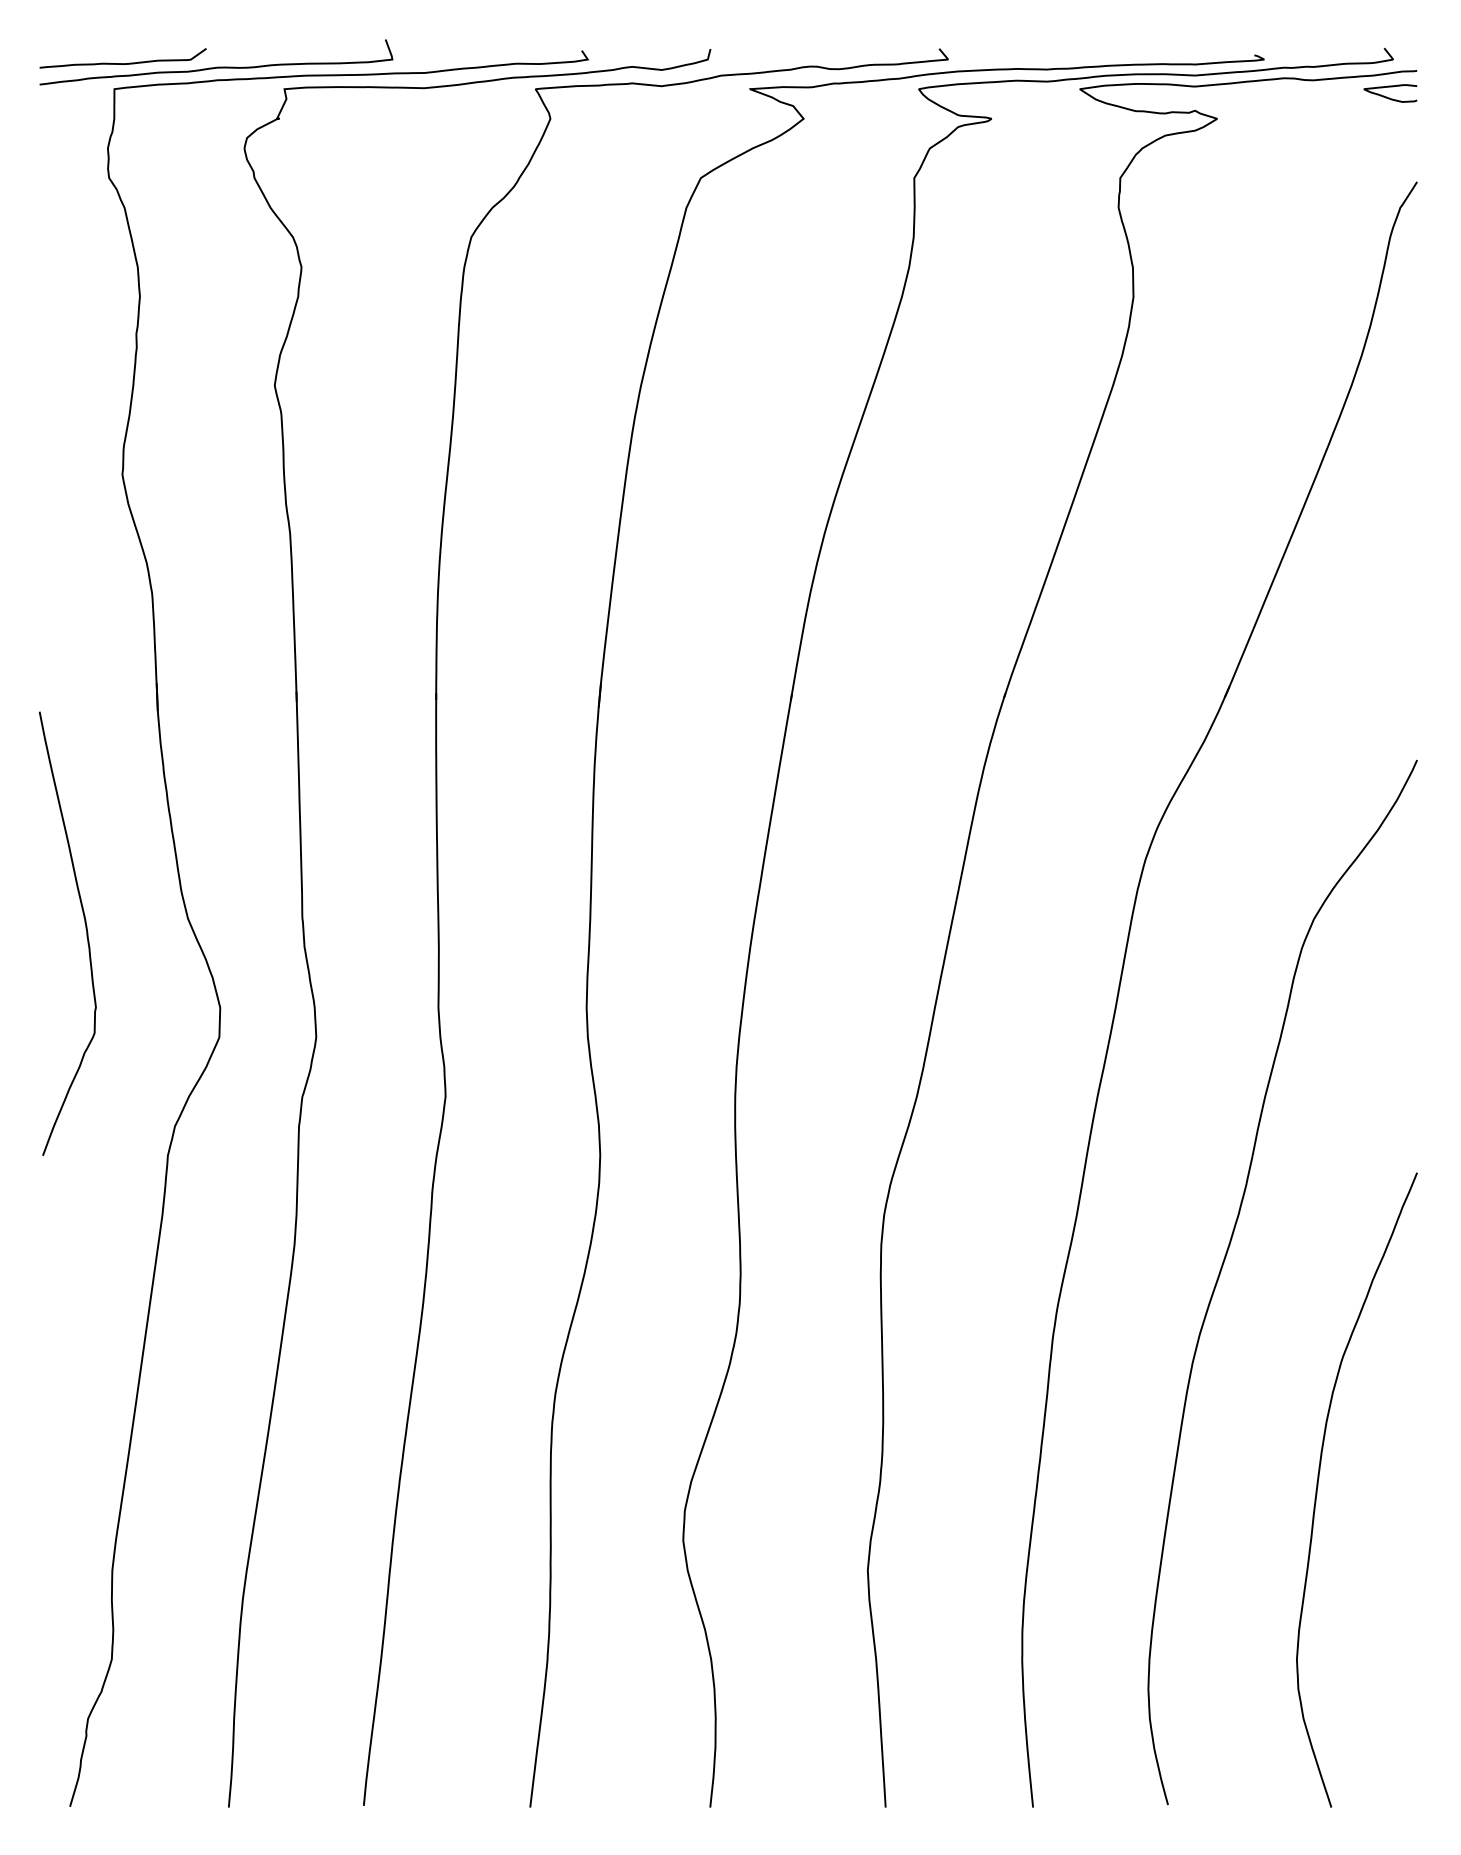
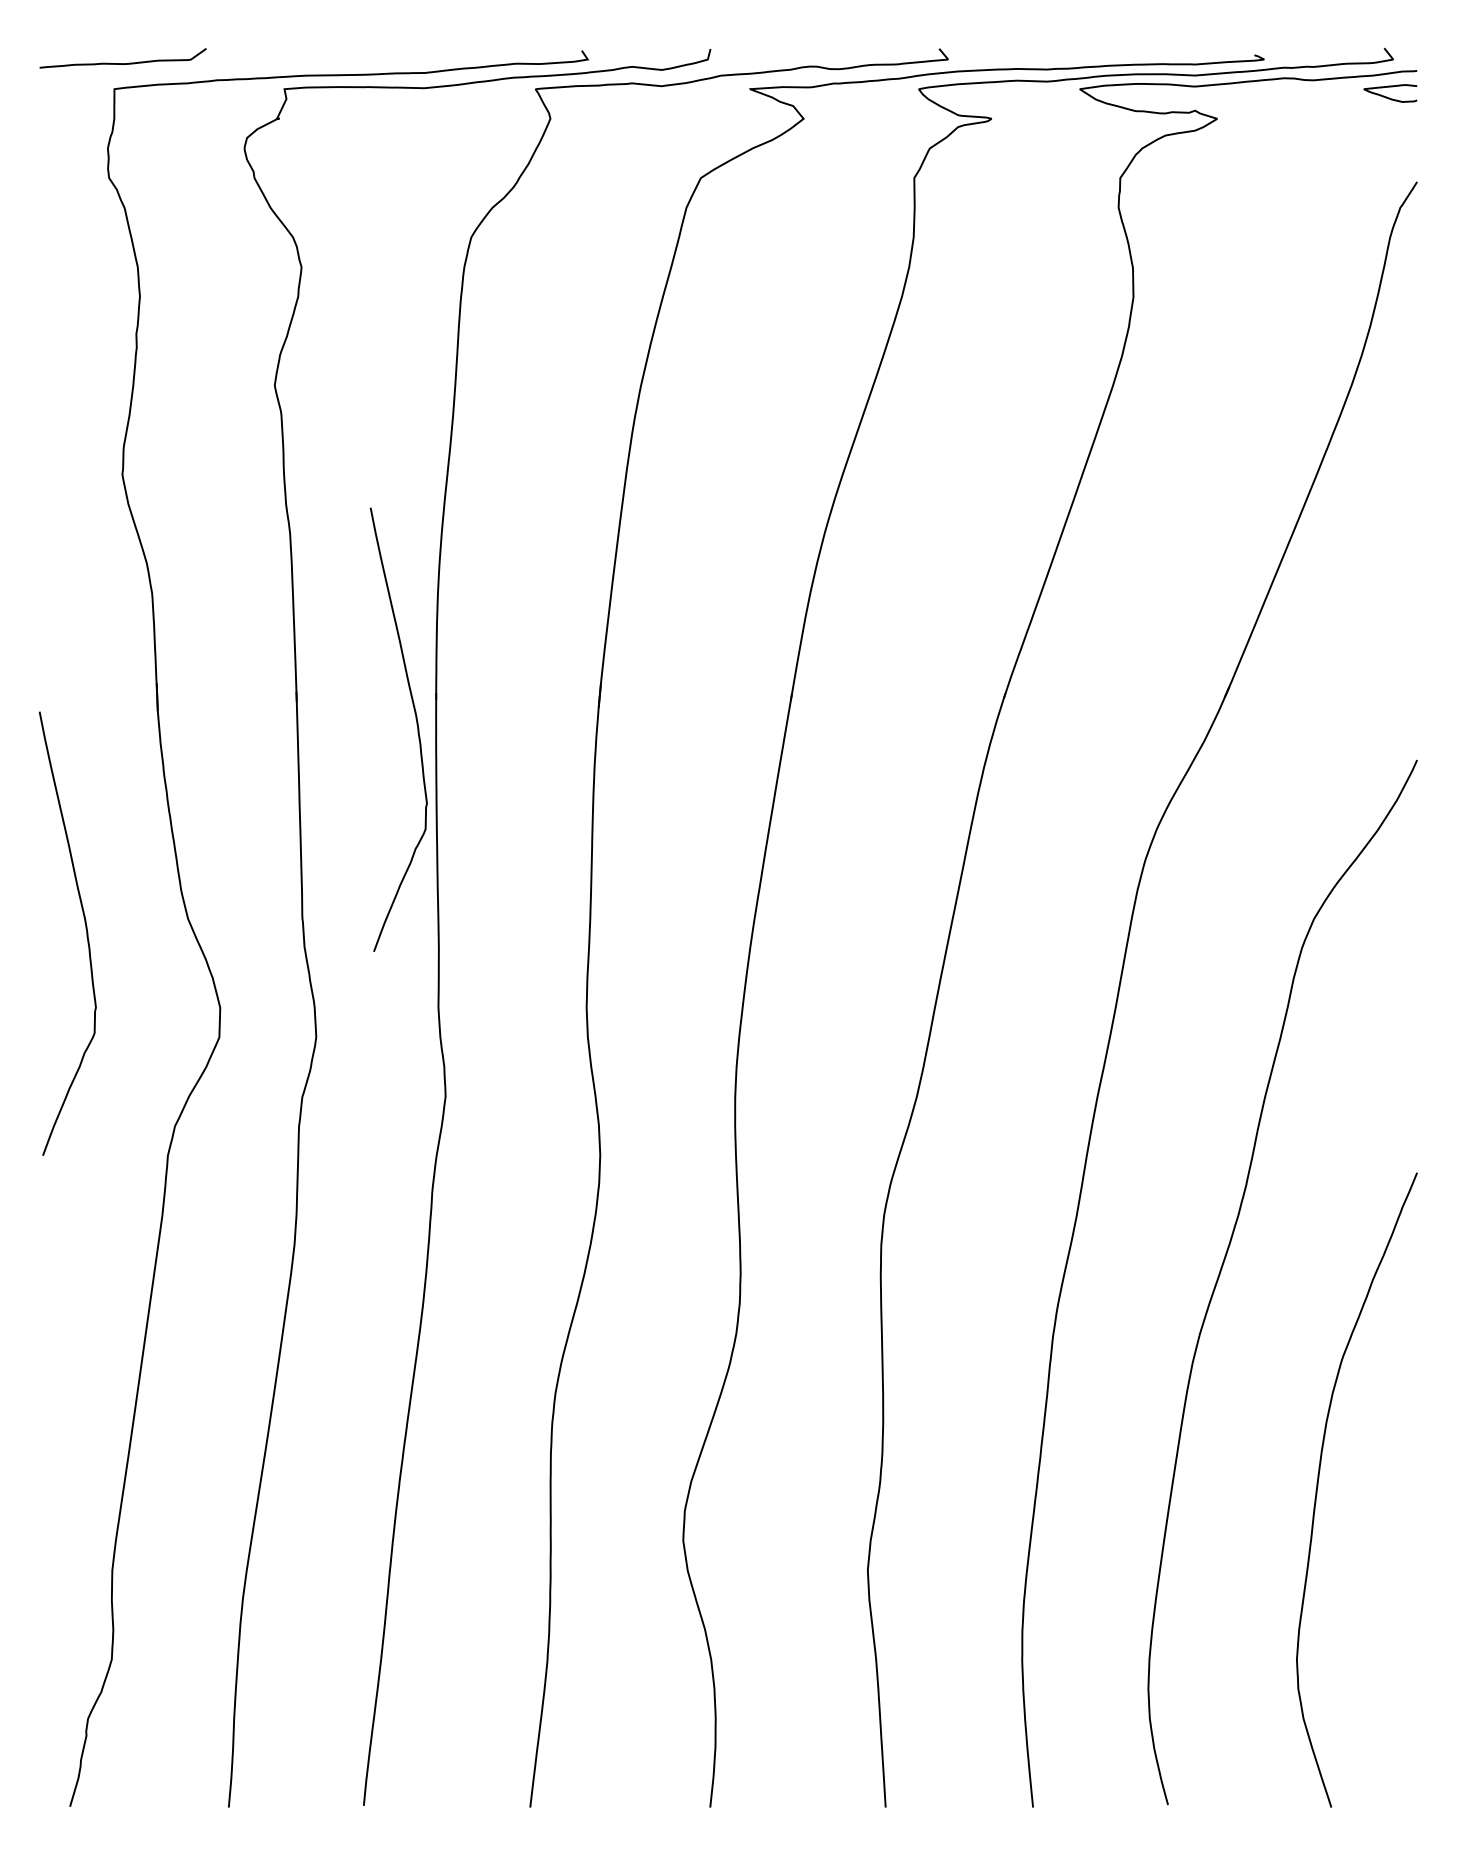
curve at (216, 66): present -> none
curve at (416, 724): none -> present
